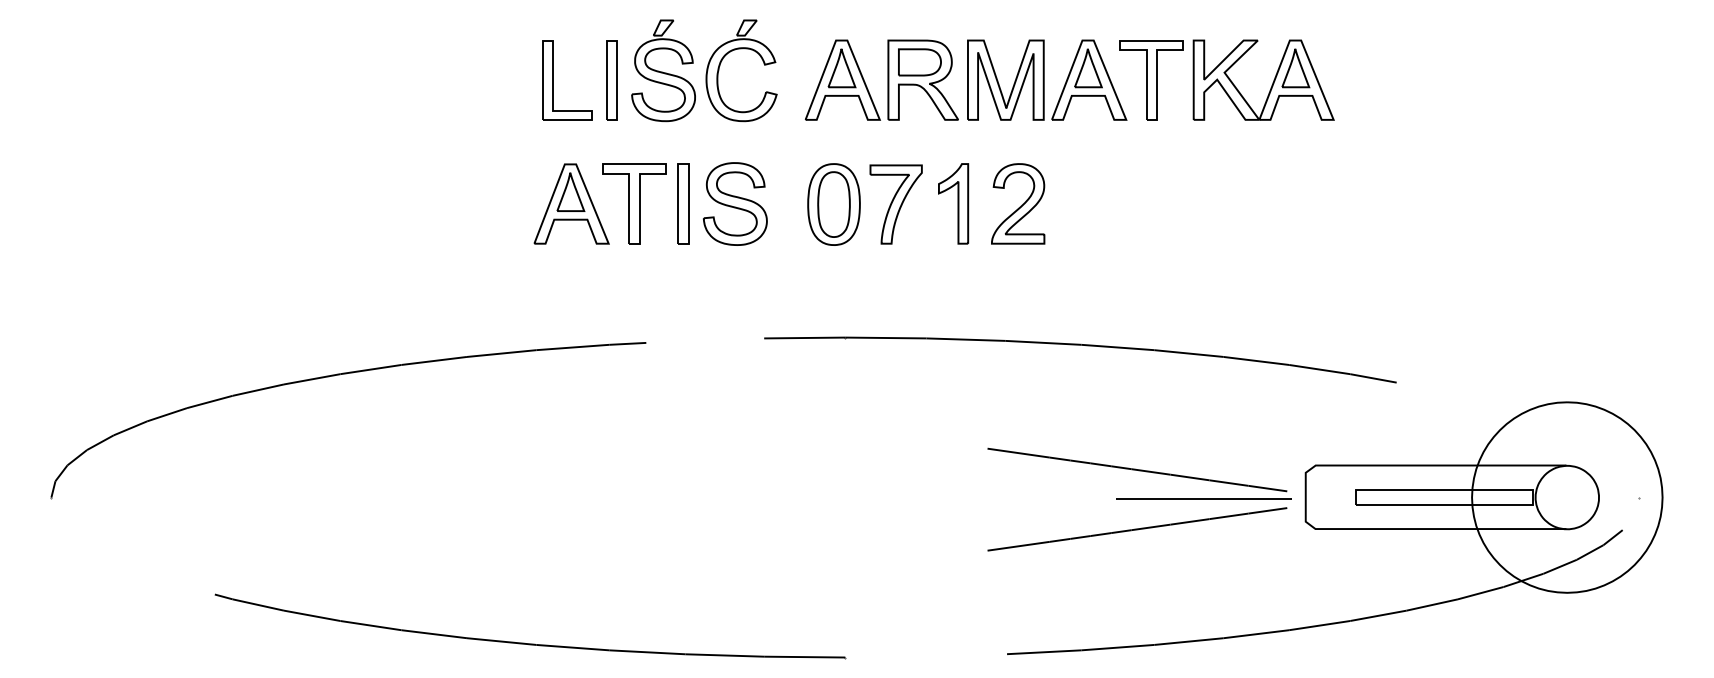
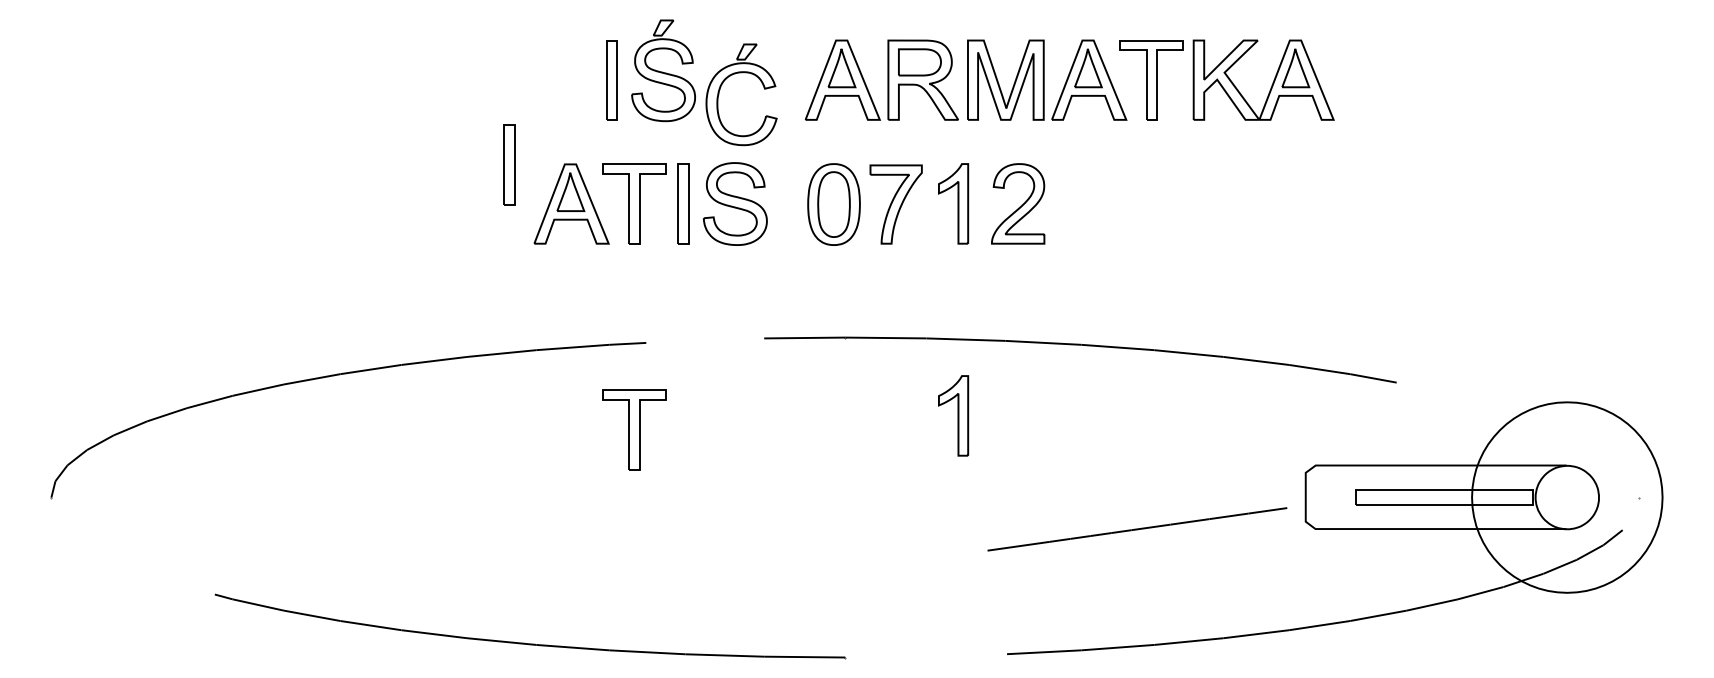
part at (735, 50) position: (735, 50) -> (735, 74)
part at (553, 80): present -> none
part at (509, 164): none -> present
part at (953, 415): none -> present
part at (634, 429): none -> present
part at (1139, 473): present -> none
